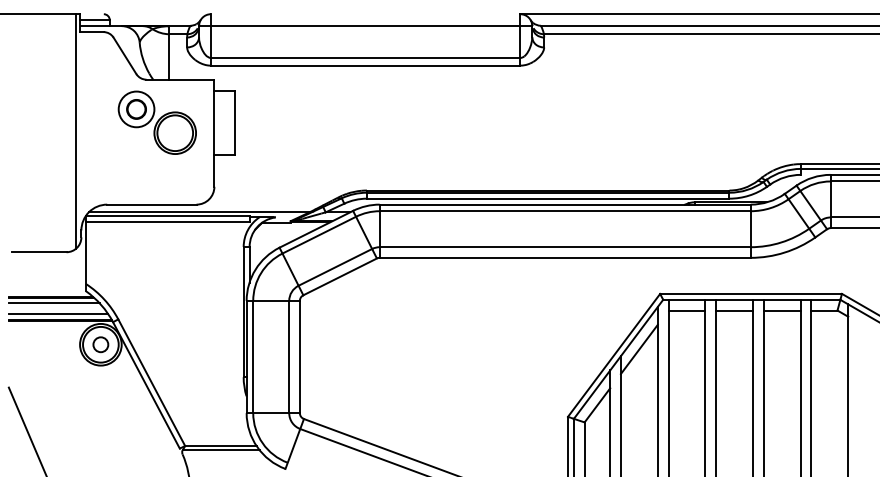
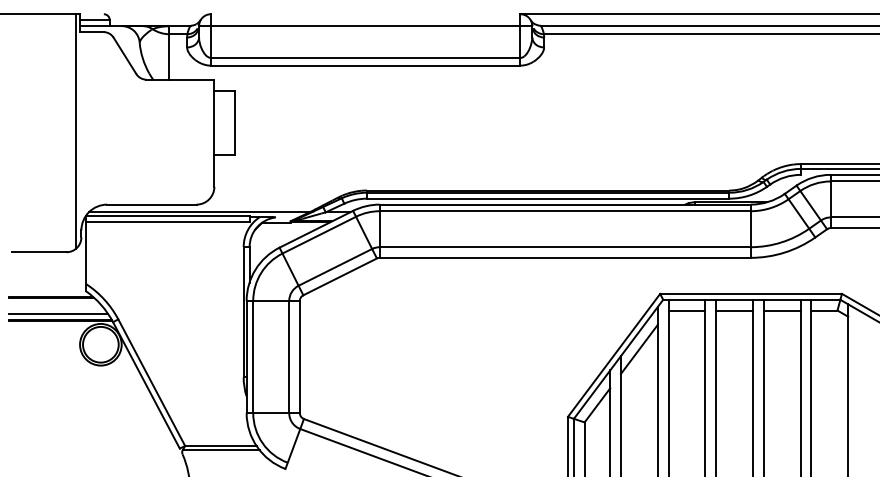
part at (156, 122): present -> none
line at (53, 303): present -> none
circle at (100, 344): present -> none
line at (26, 430): present -> none
